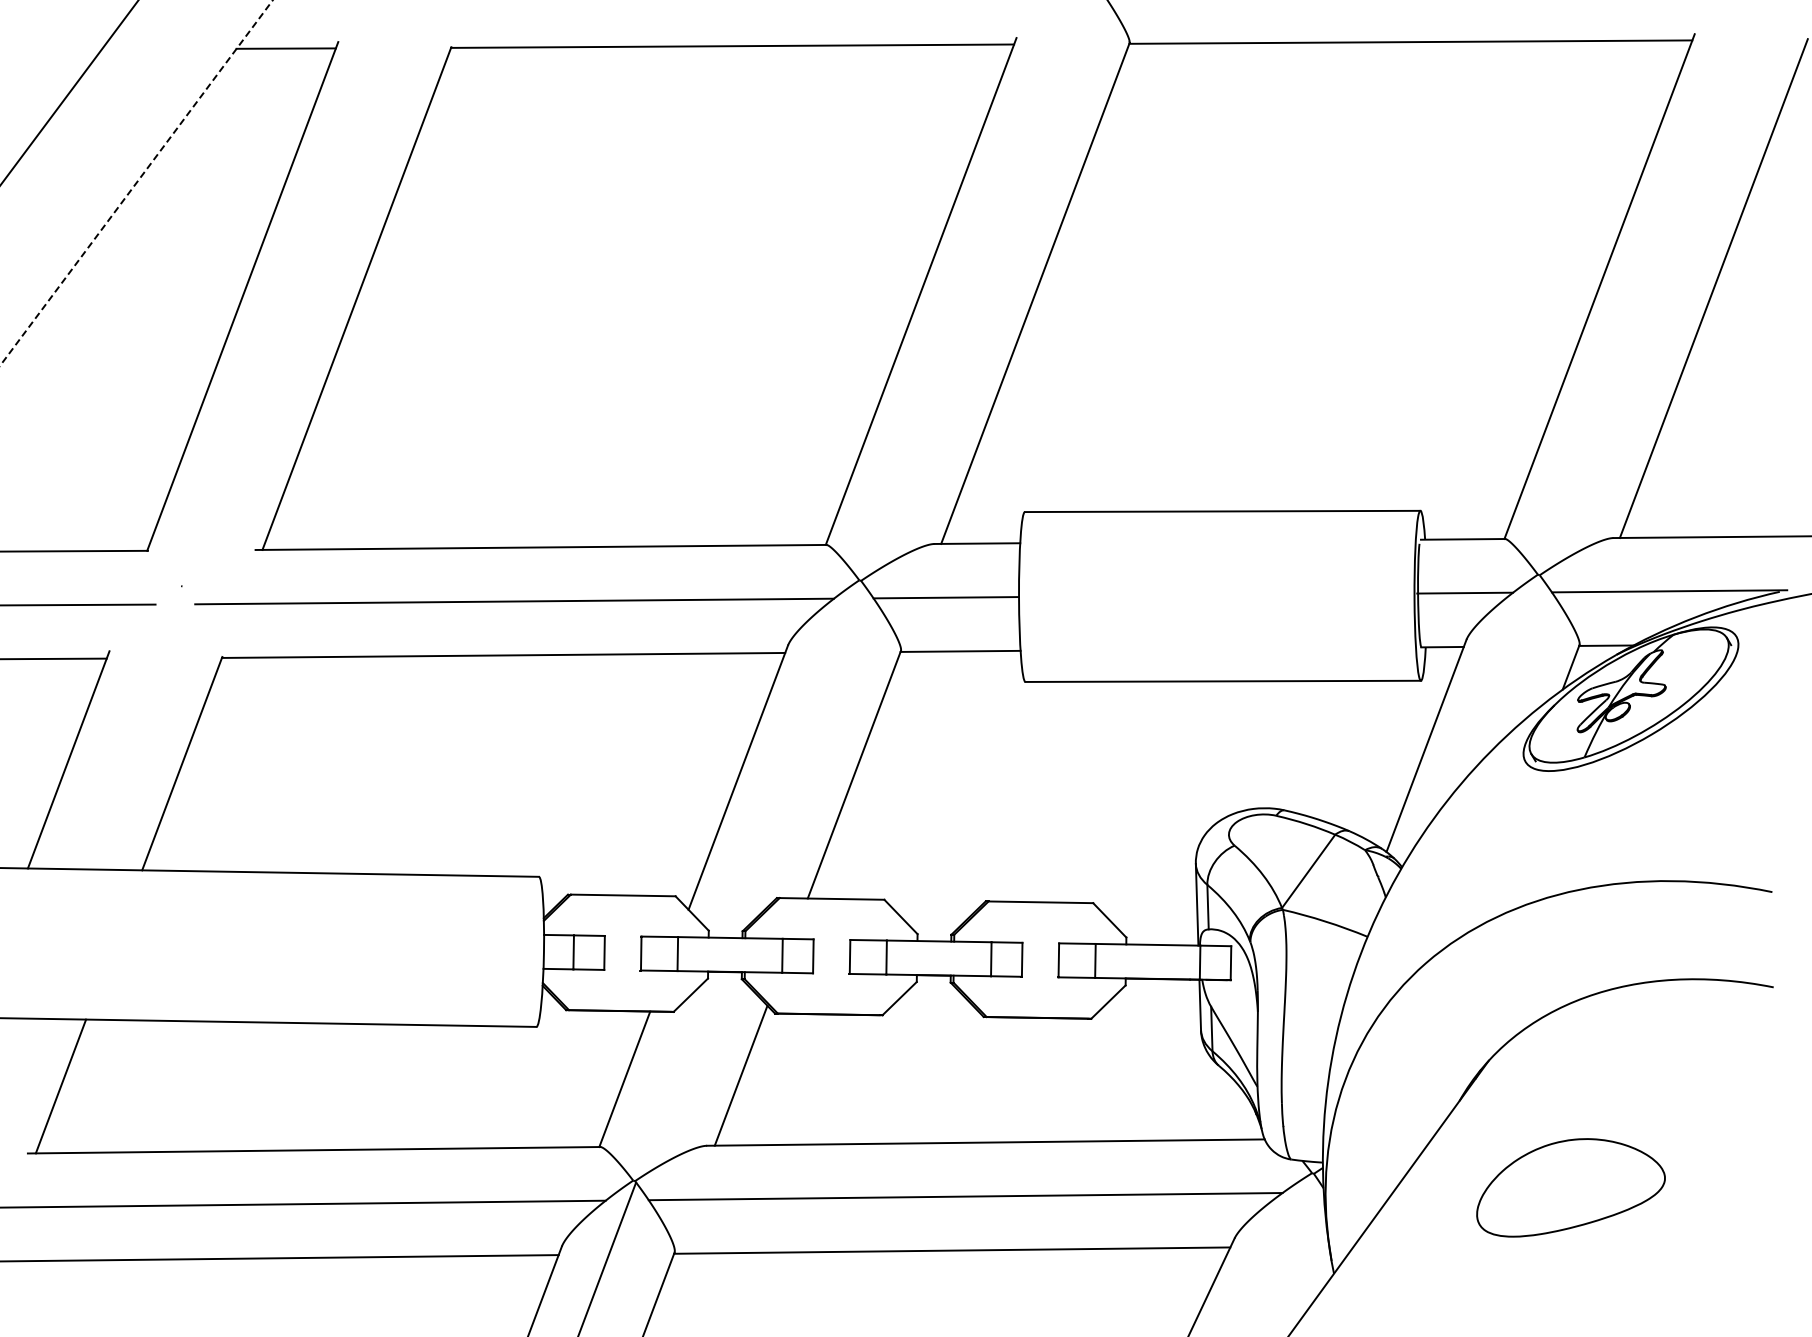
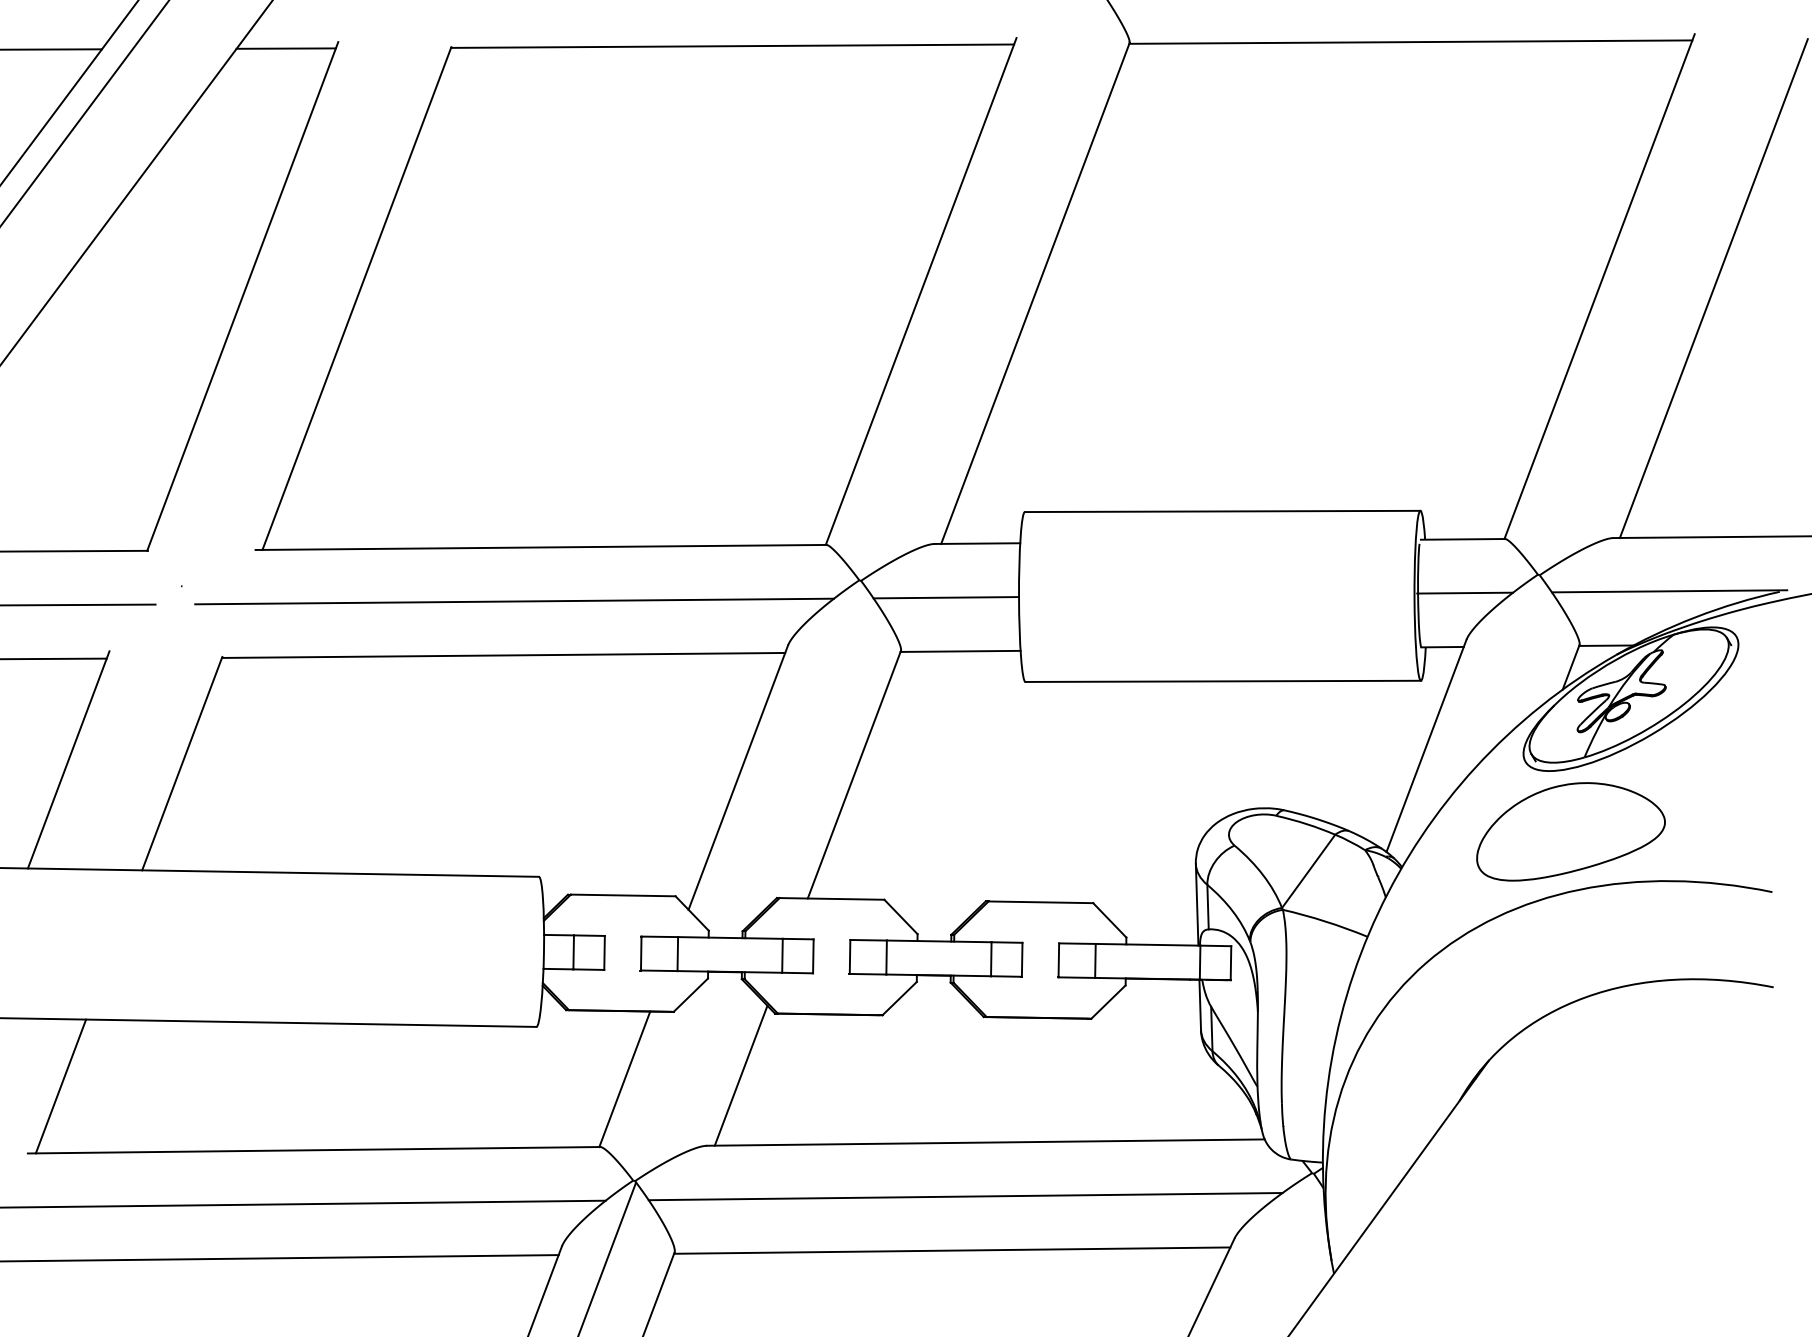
line at (51, 49): none -> present
line at (84, 113): none -> present
line at (136, 182): dashed -> solid
part at (1570, 1187) position: (1570, 1187) -> (1570, 831)
